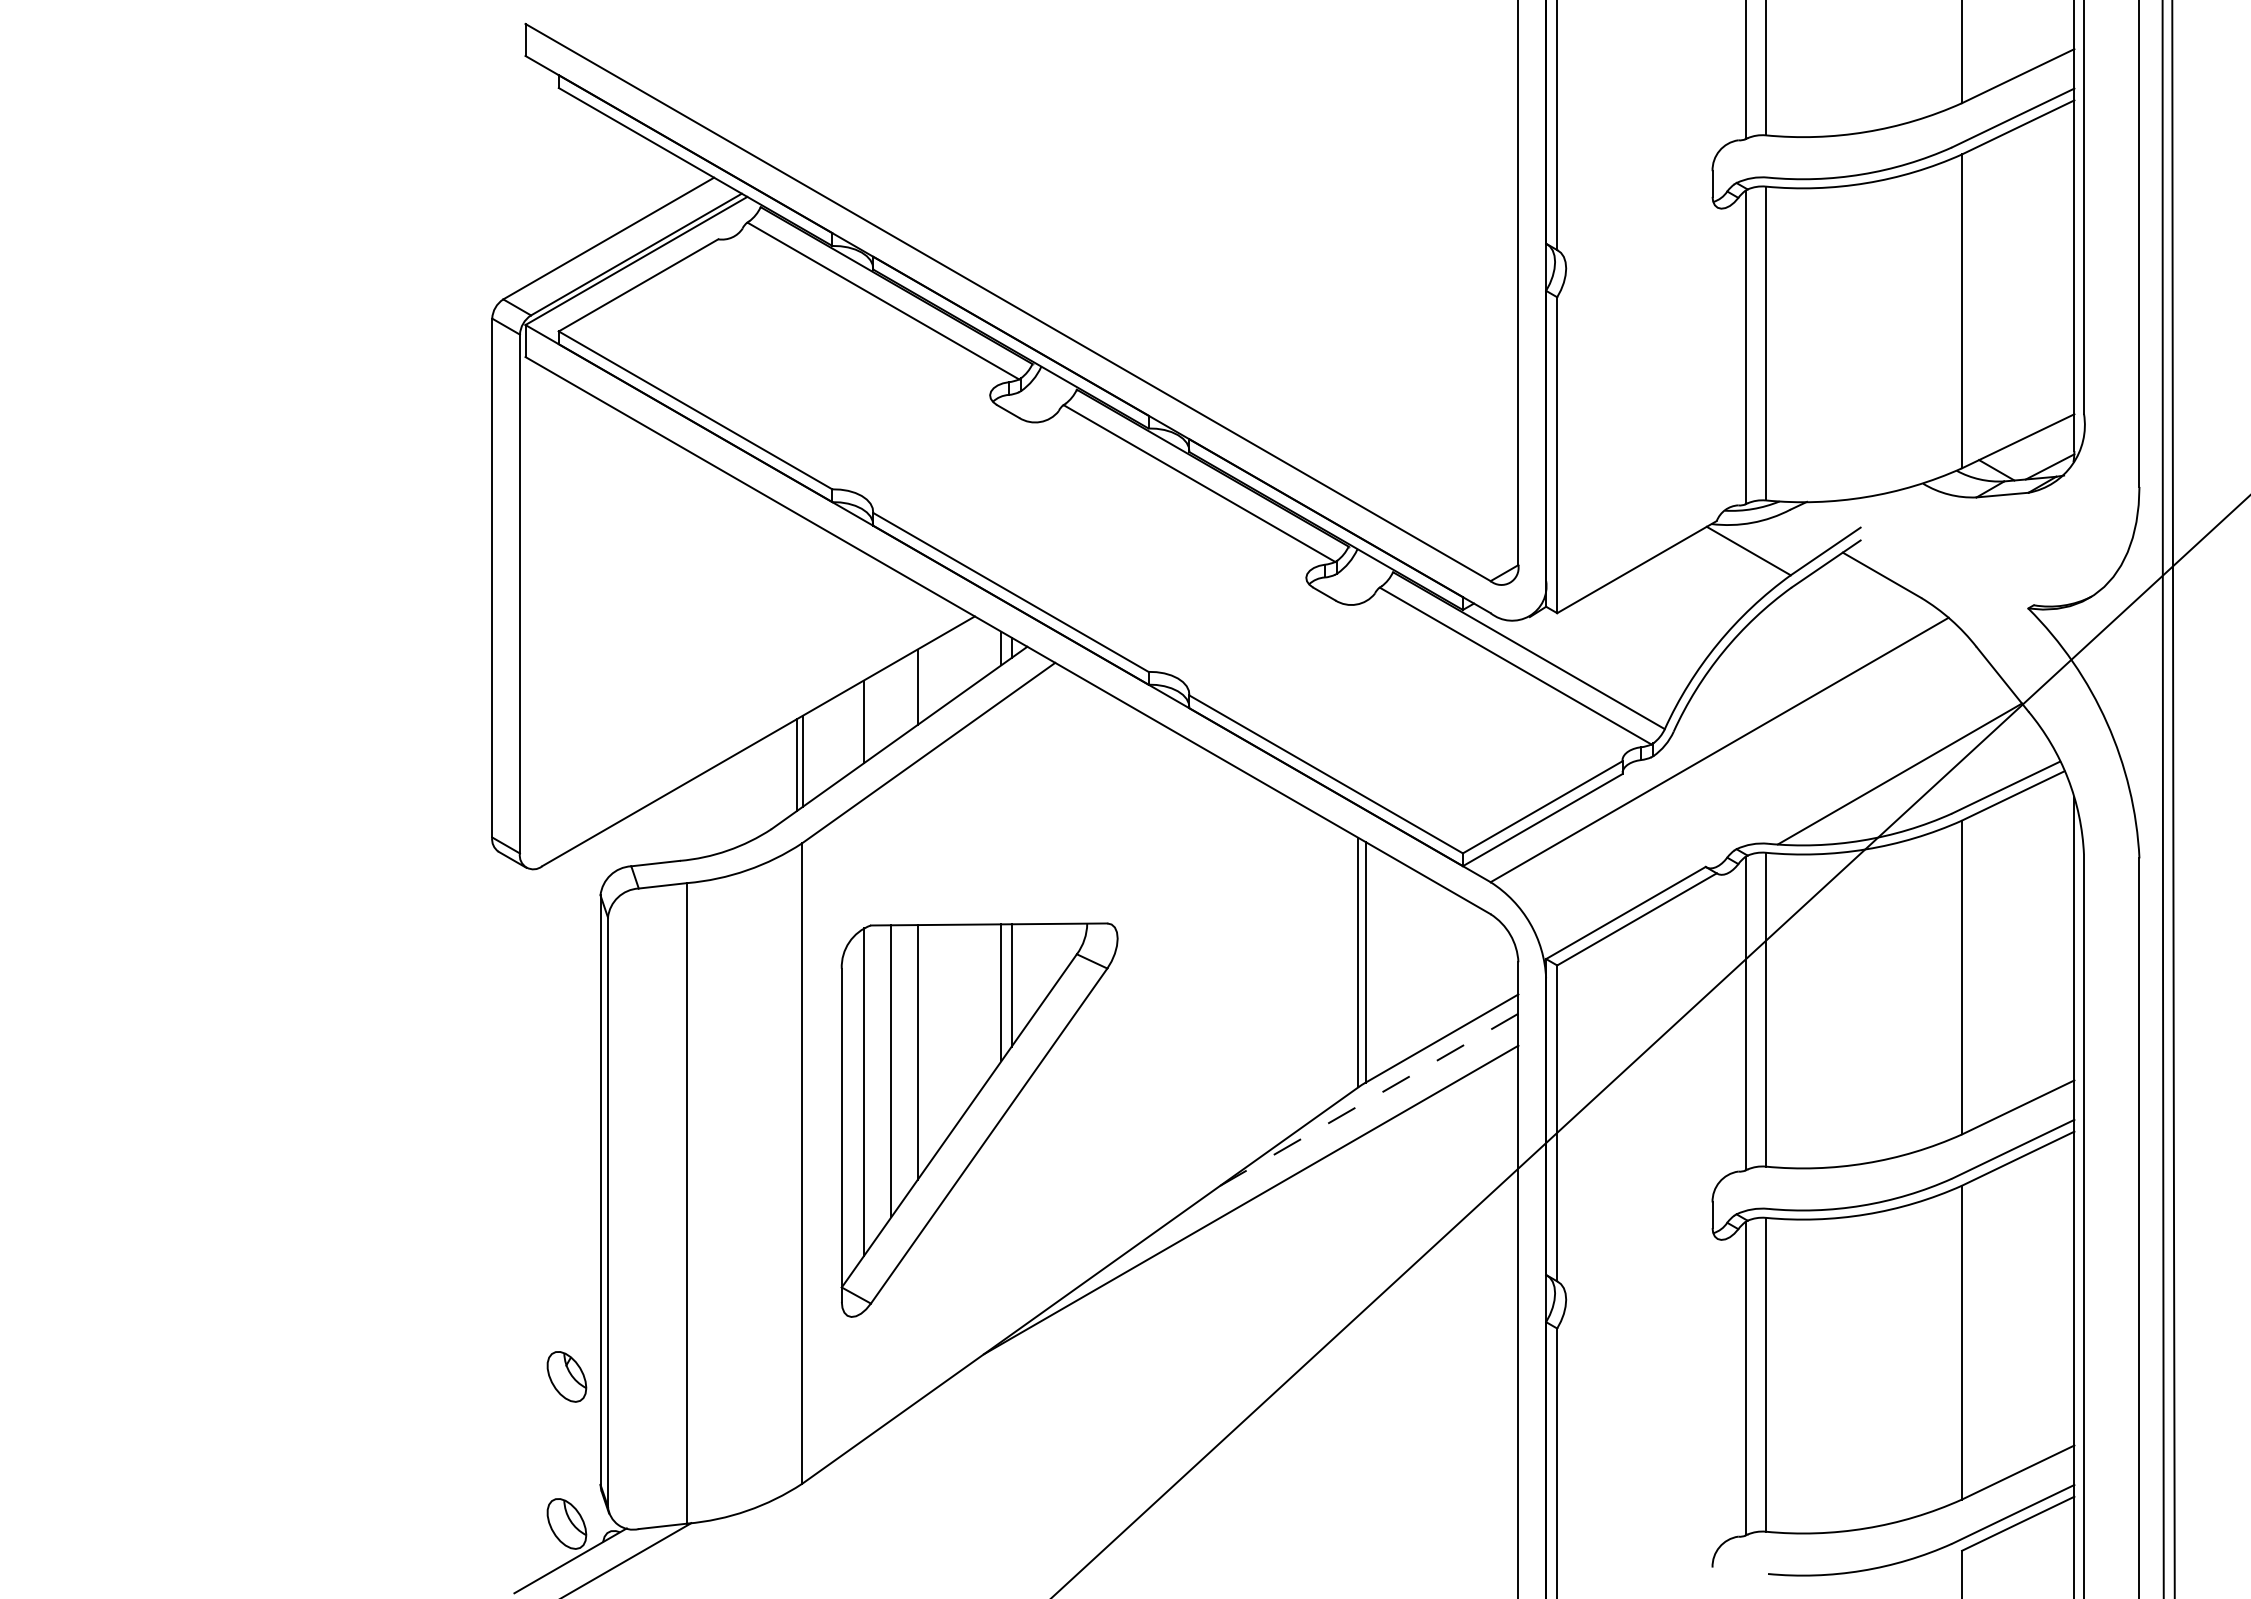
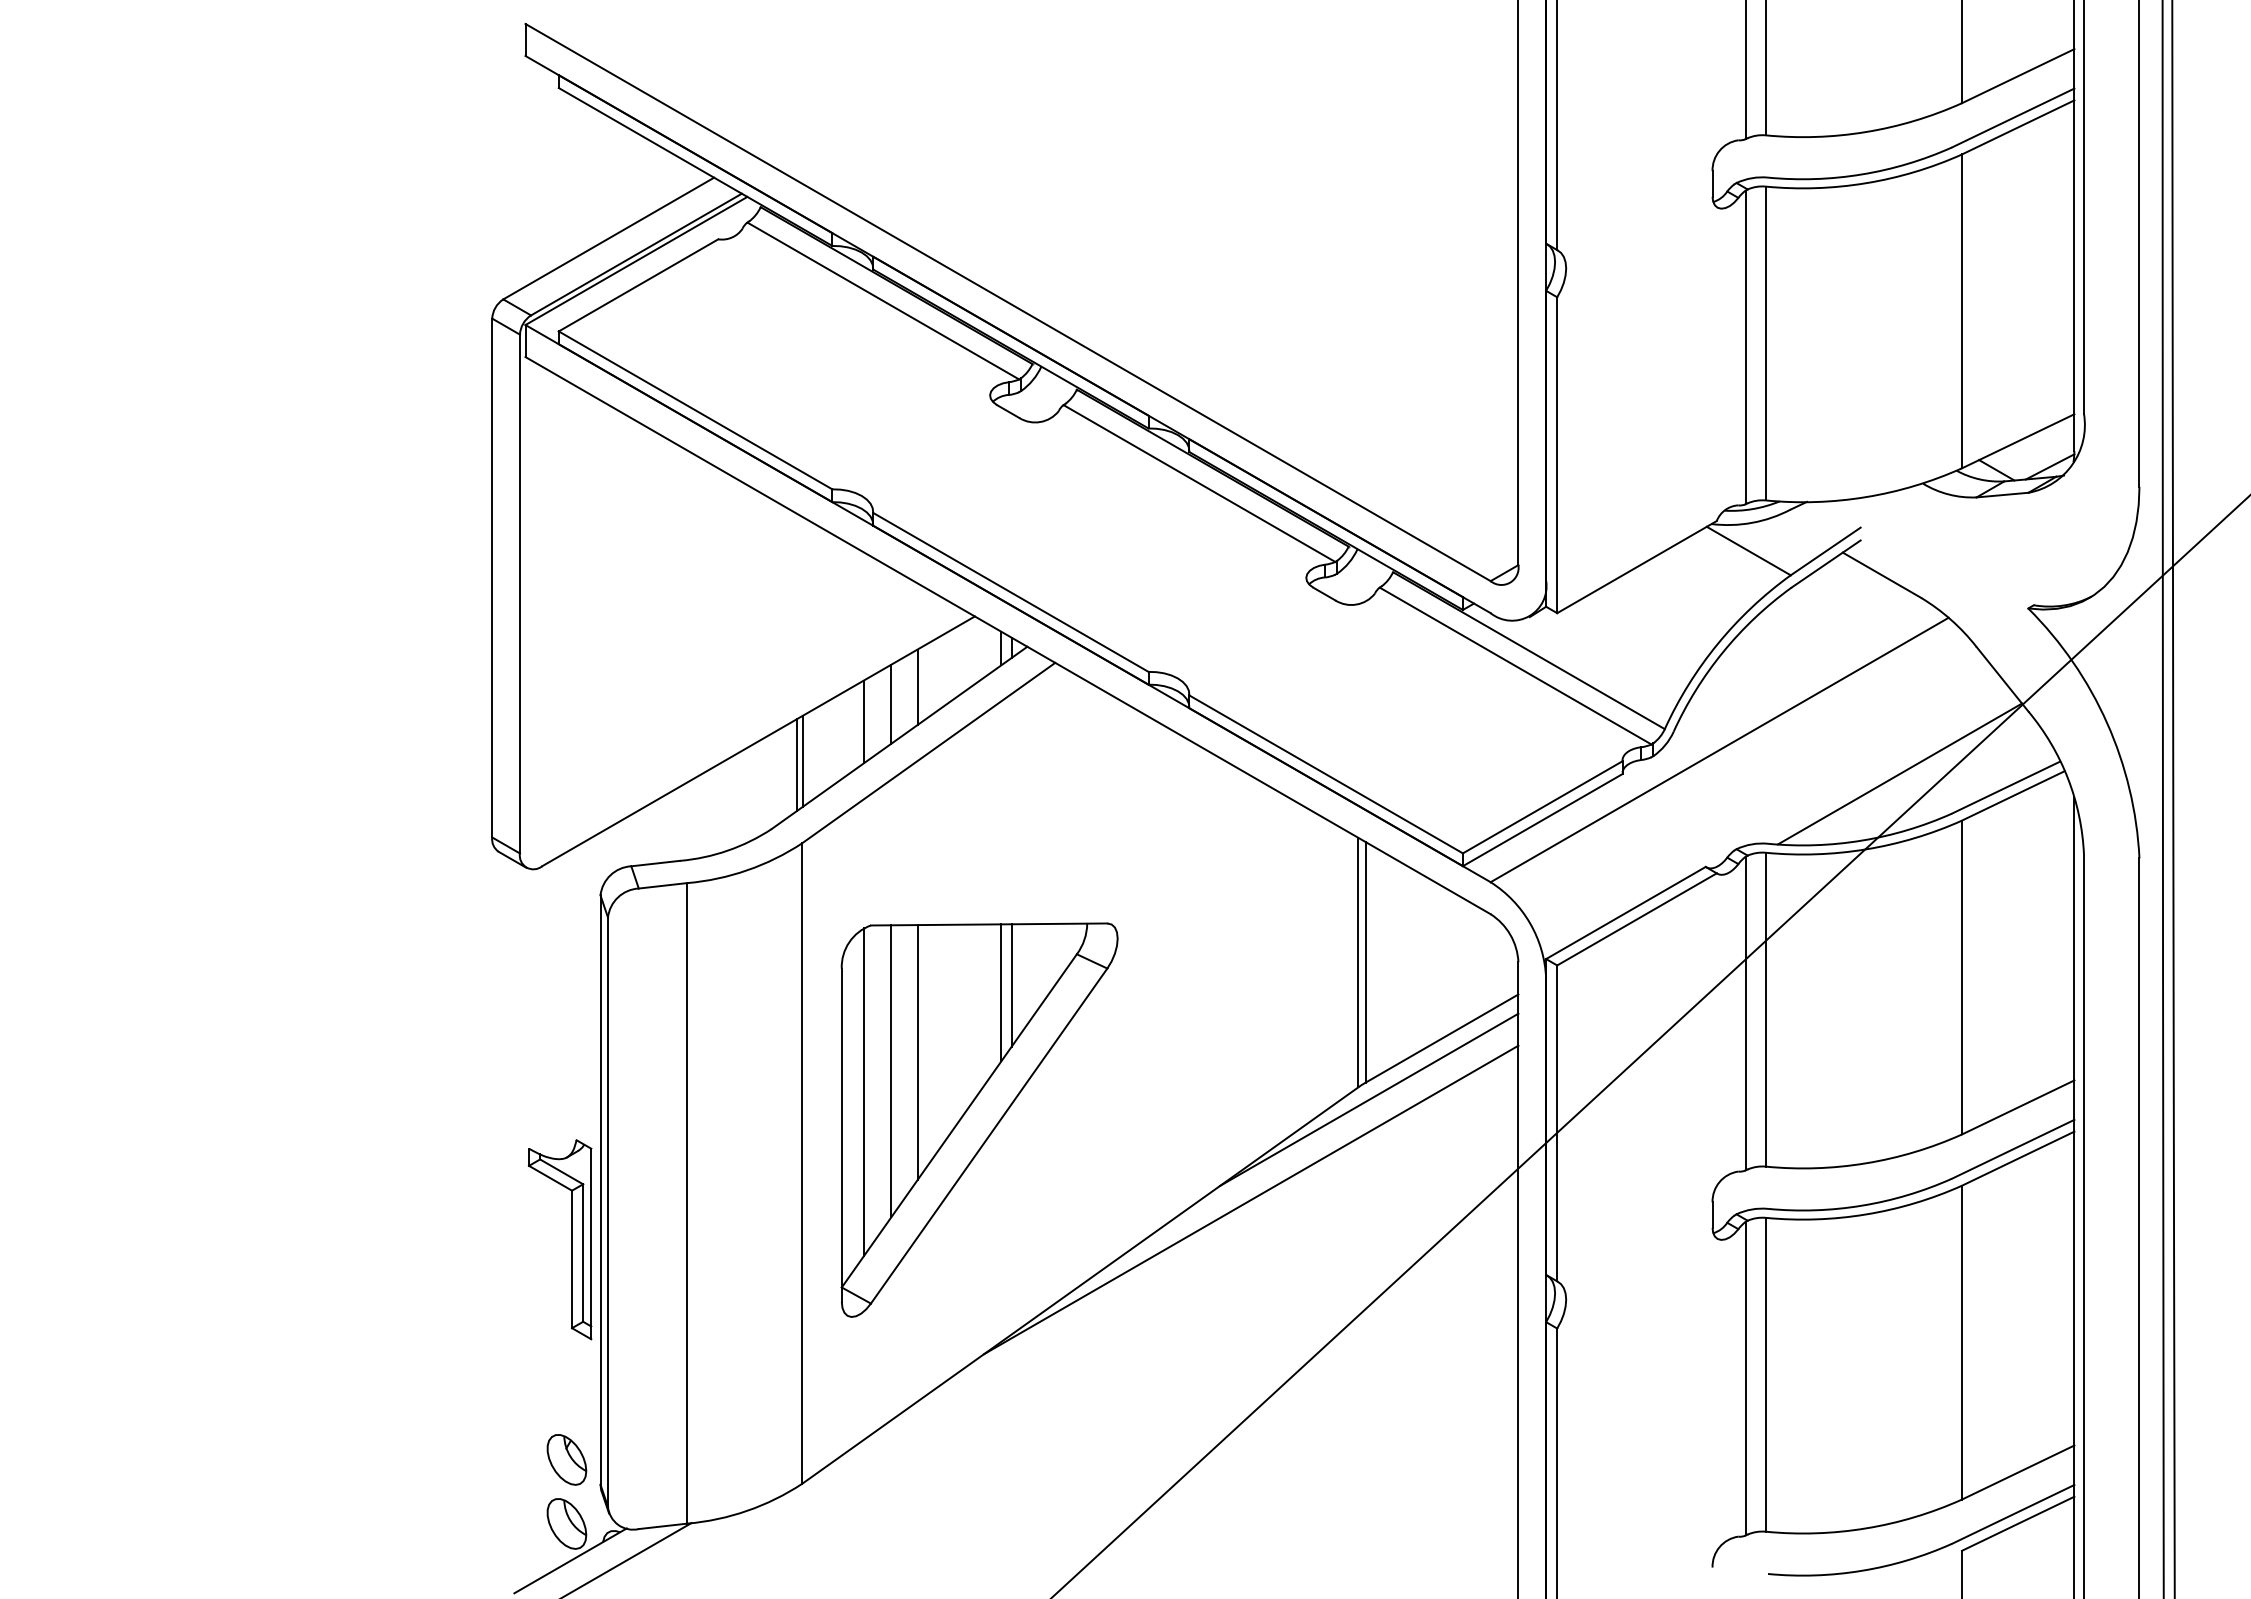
line at (891, 703): none -> present
line at (1368, 1100): dashed -> solid
part at (571, 1239): none -> present
part at (566, 1376) position: (566, 1376) -> (566, 1459)
